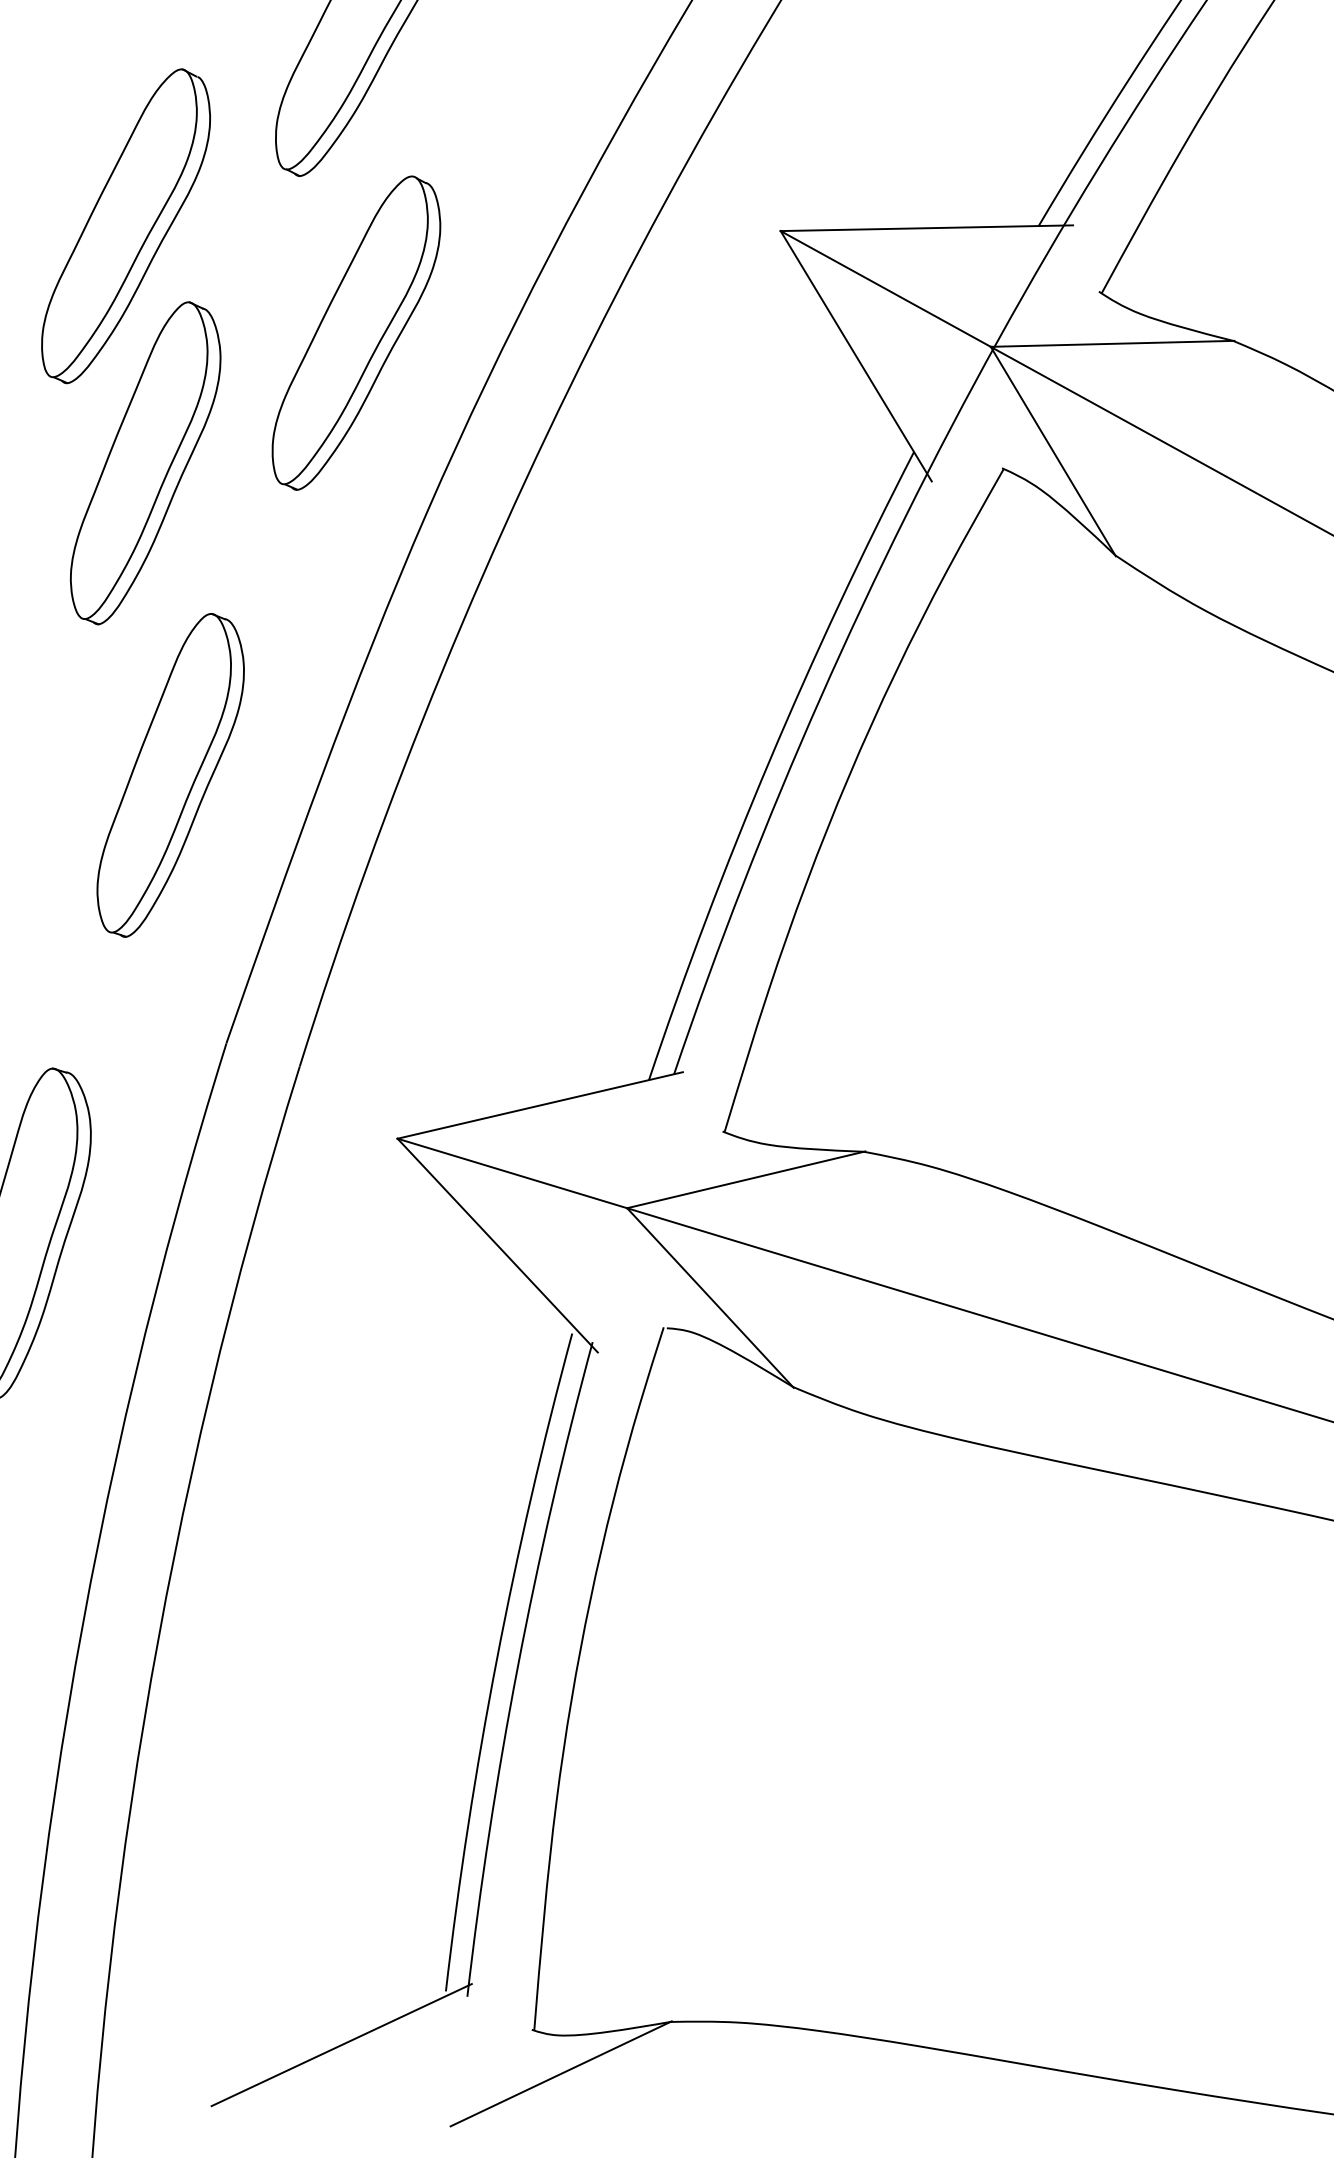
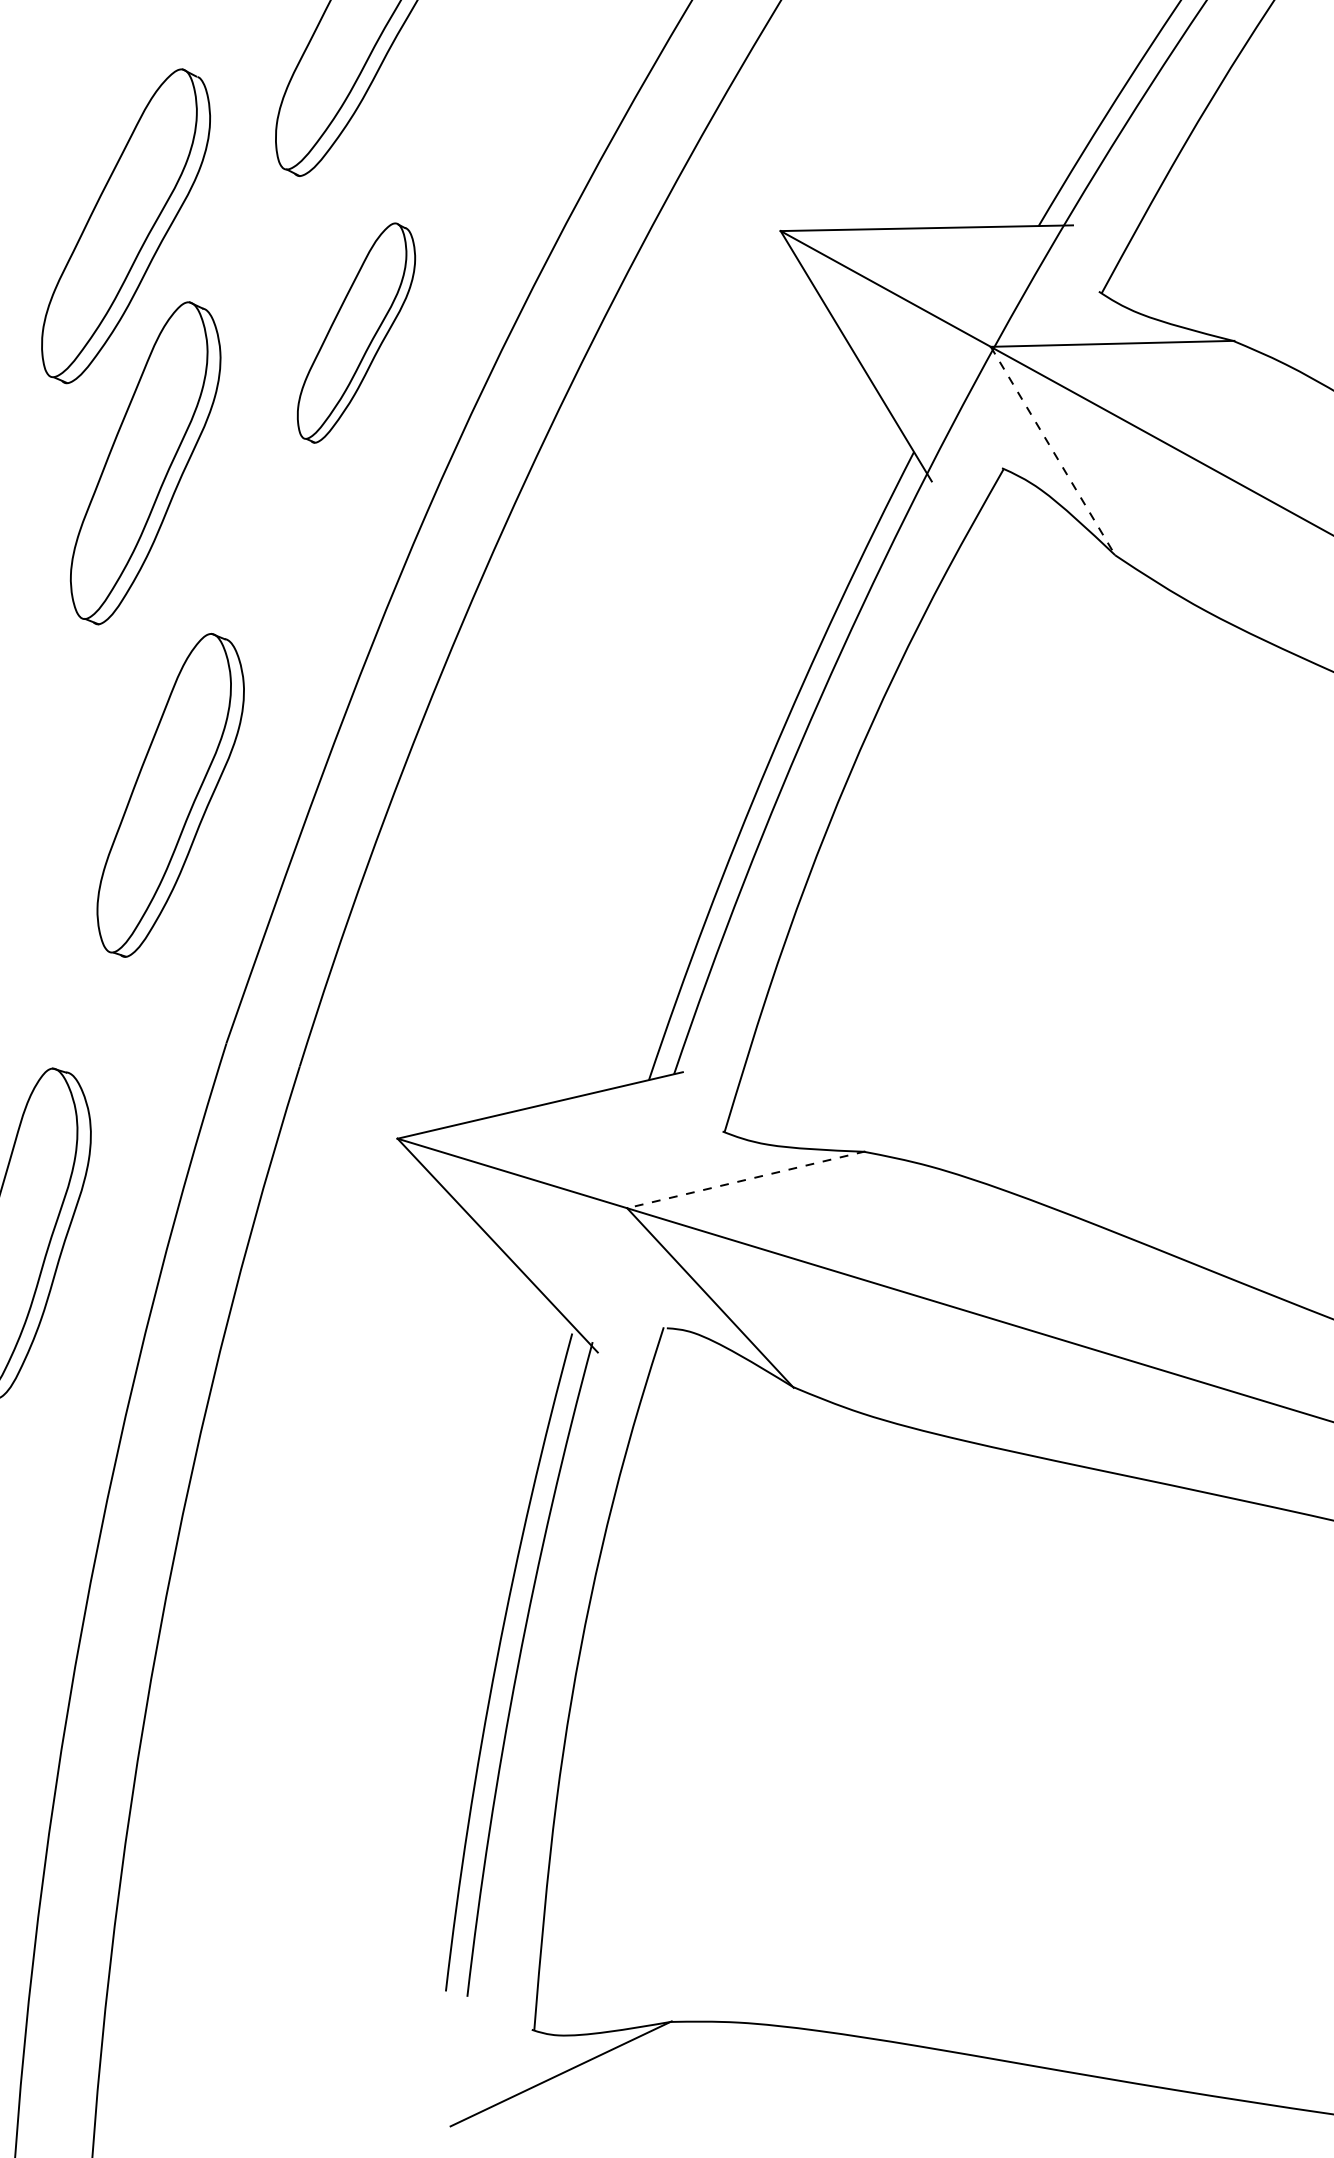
part at (356, 332) size: 171x316 px -> 121x222 px
line at (1053, 451): solid -> dashed
part at (170, 775) position: (170, 775) -> (170, 795)
line at (745, 1179): solid -> dashed
line at (341, 2045): present -> none
